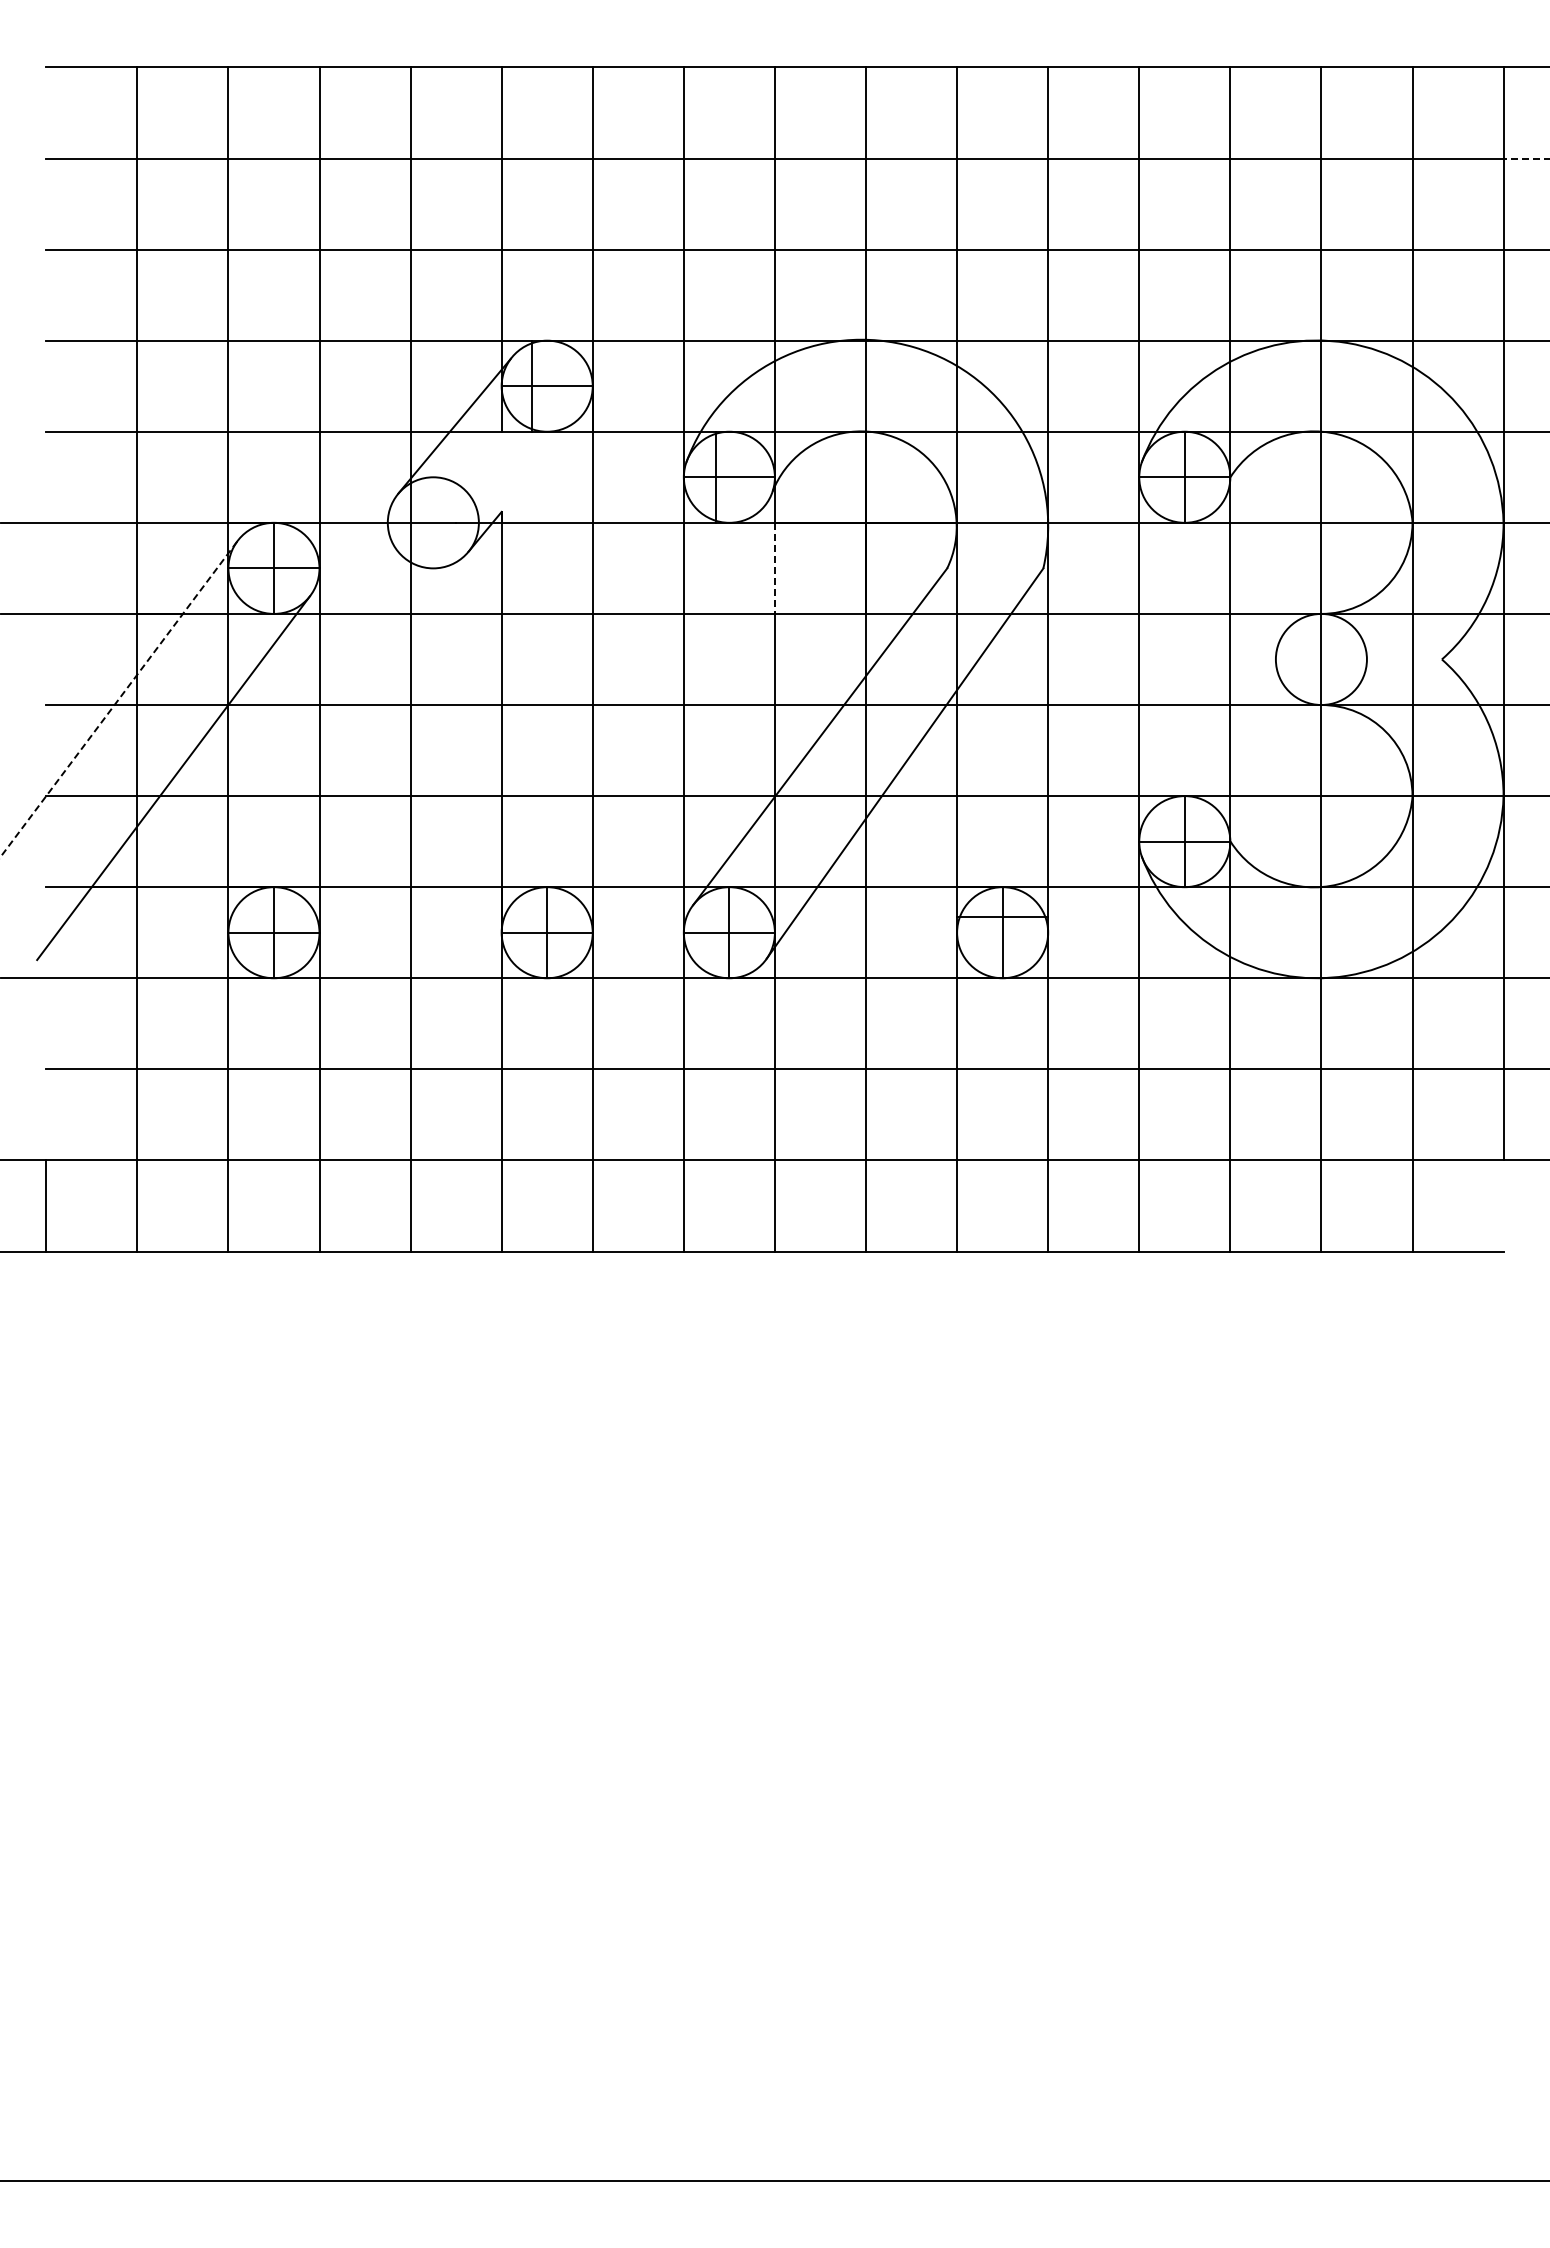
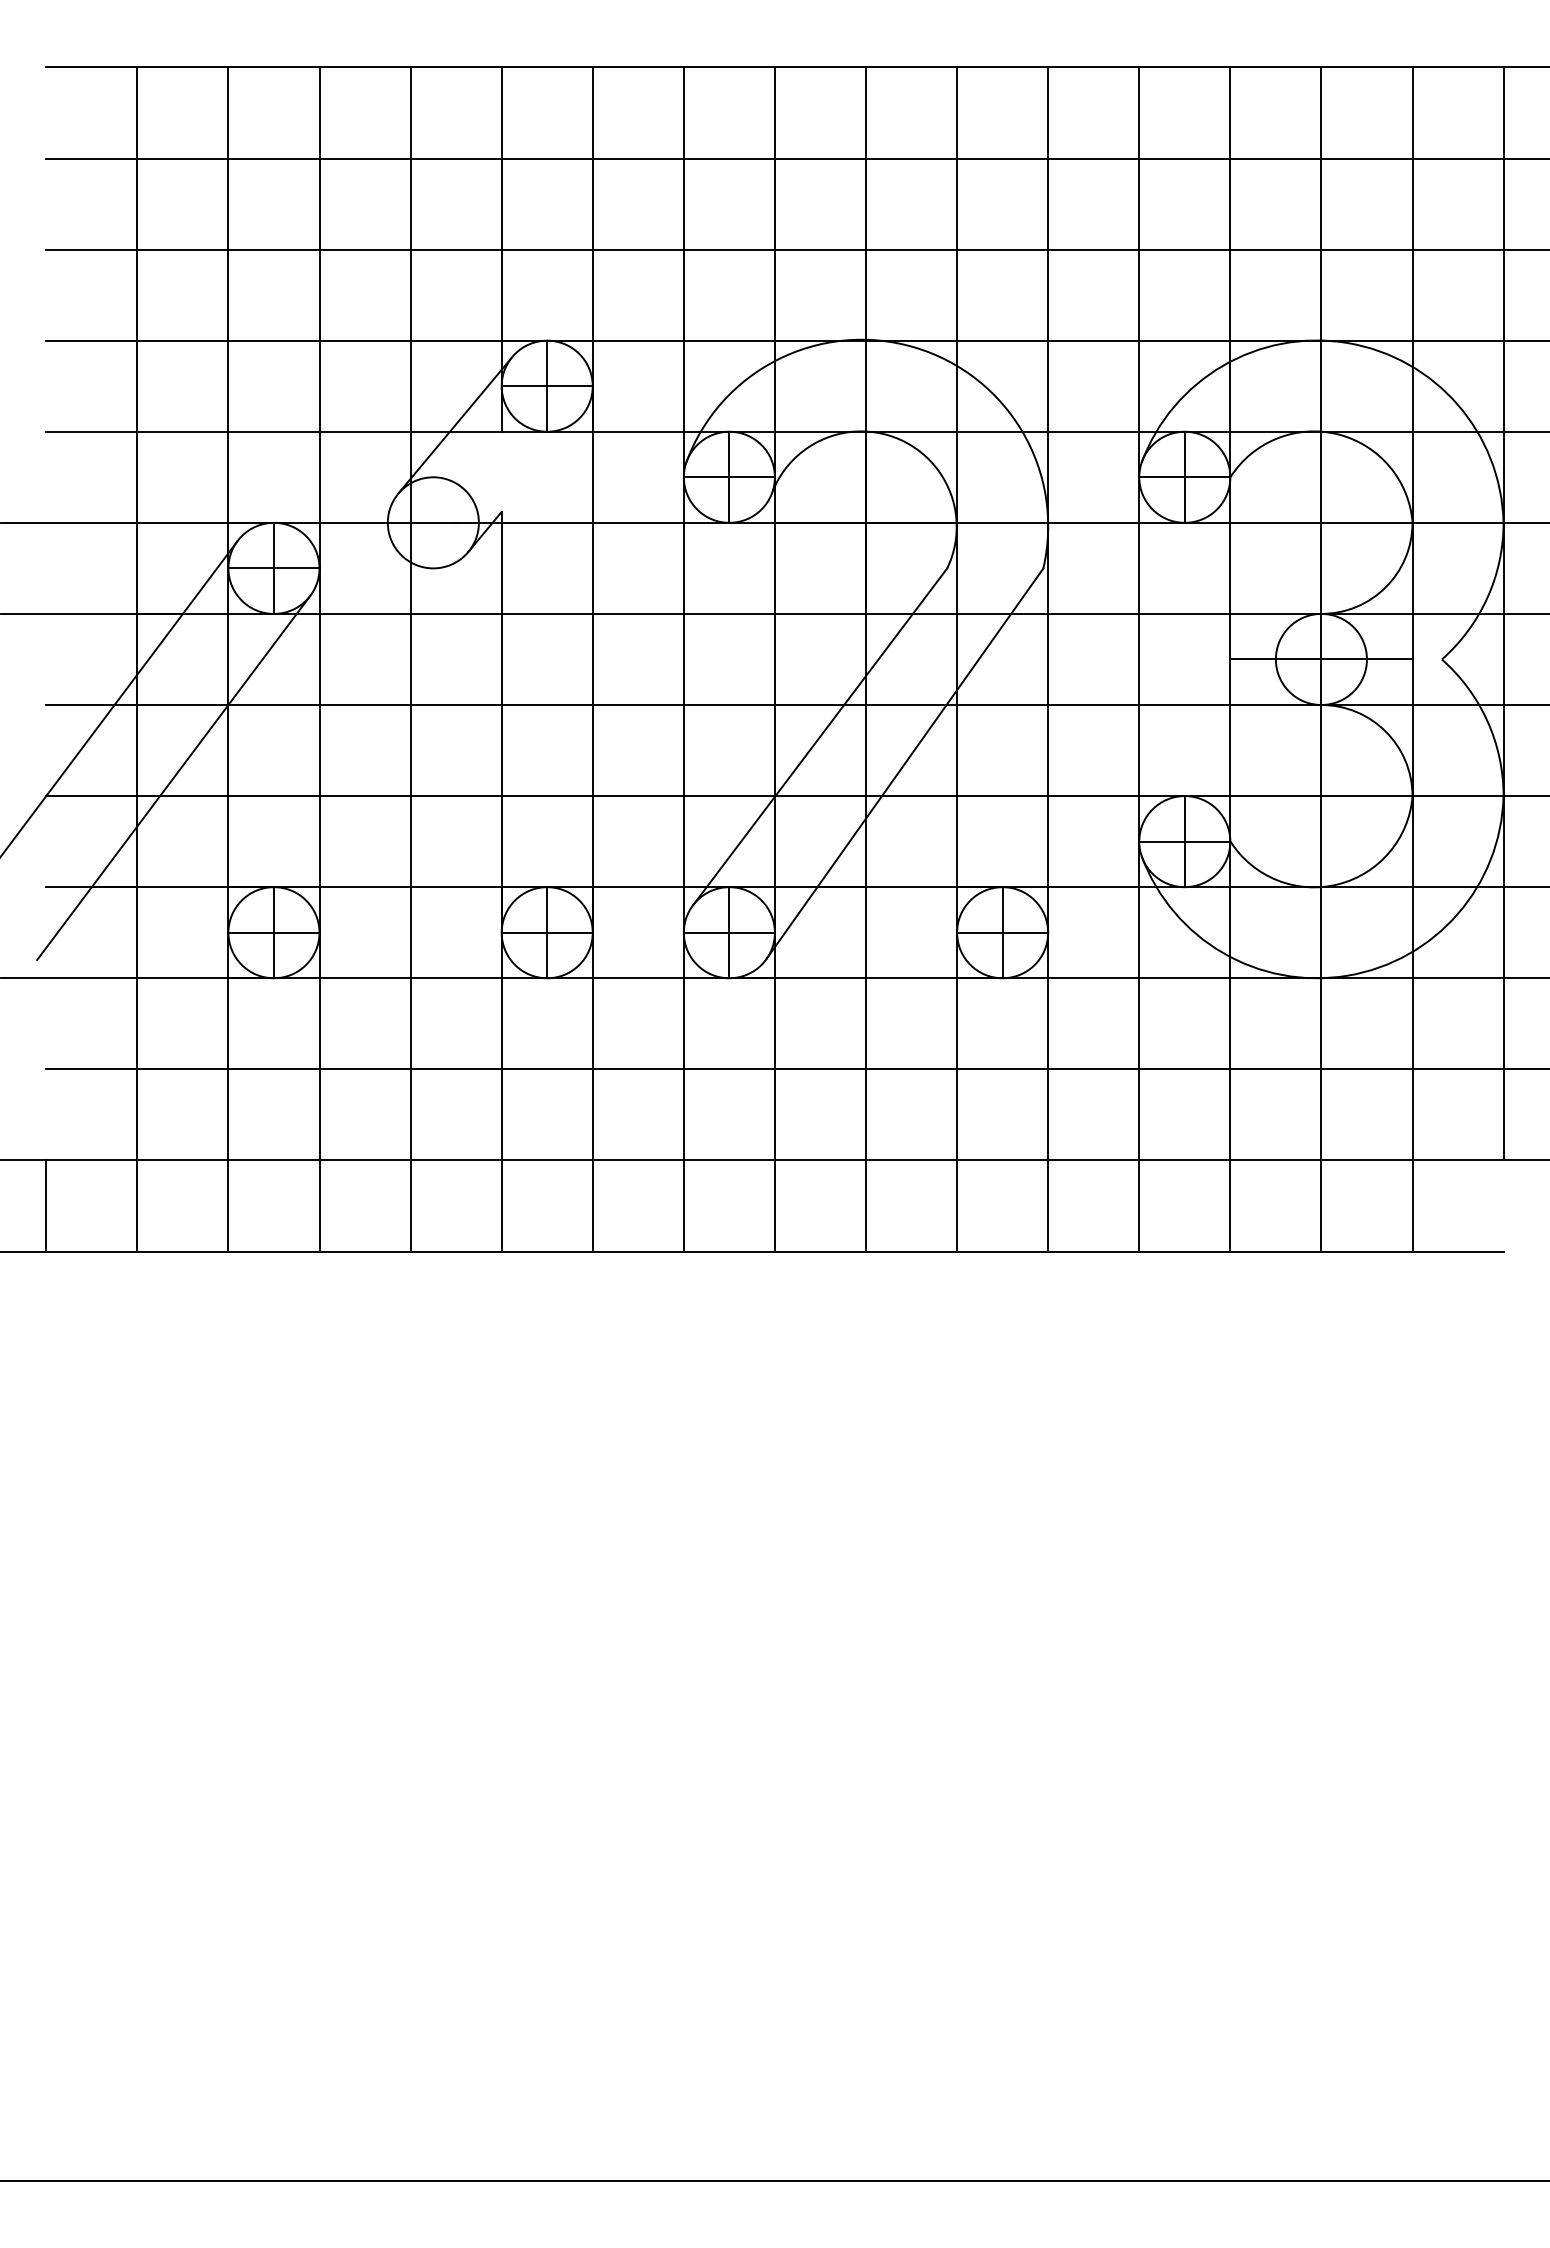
line at (1526, 158): dashed -> solid
line at (532, 385) position: (532, 385) -> (547, 385)
line at (716, 476) position: (716, 476) -> (729, 476)
line at (774, 568): dashed -> solid
line at (1321, 659): none -> present
line at (118, 699): dashed -> solid
line at (1002, 916) position: (1002, 916) -> (1002, 932)
